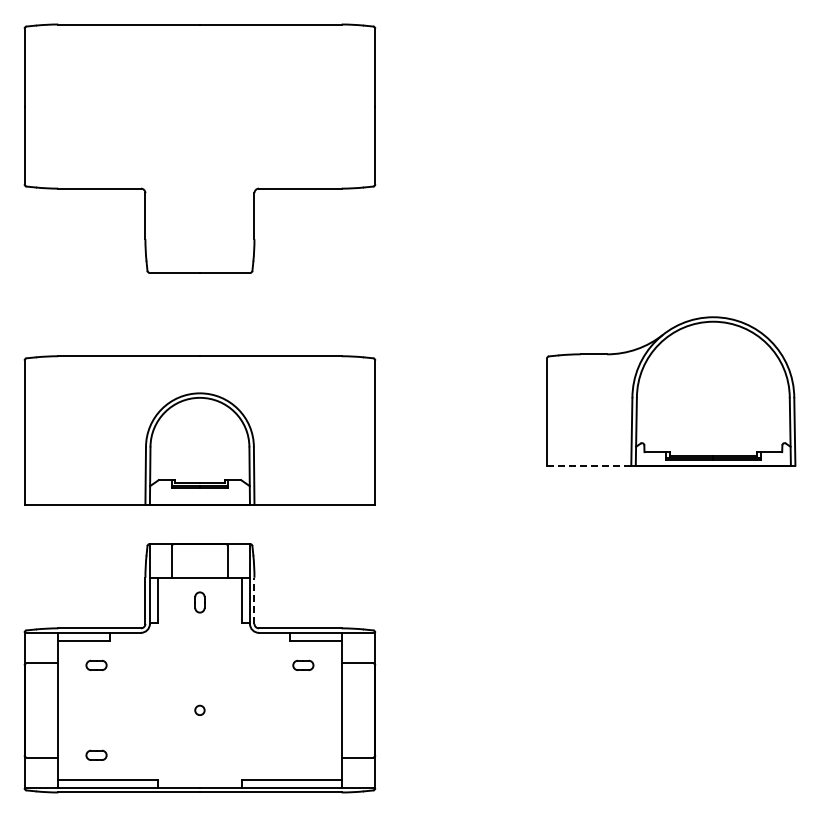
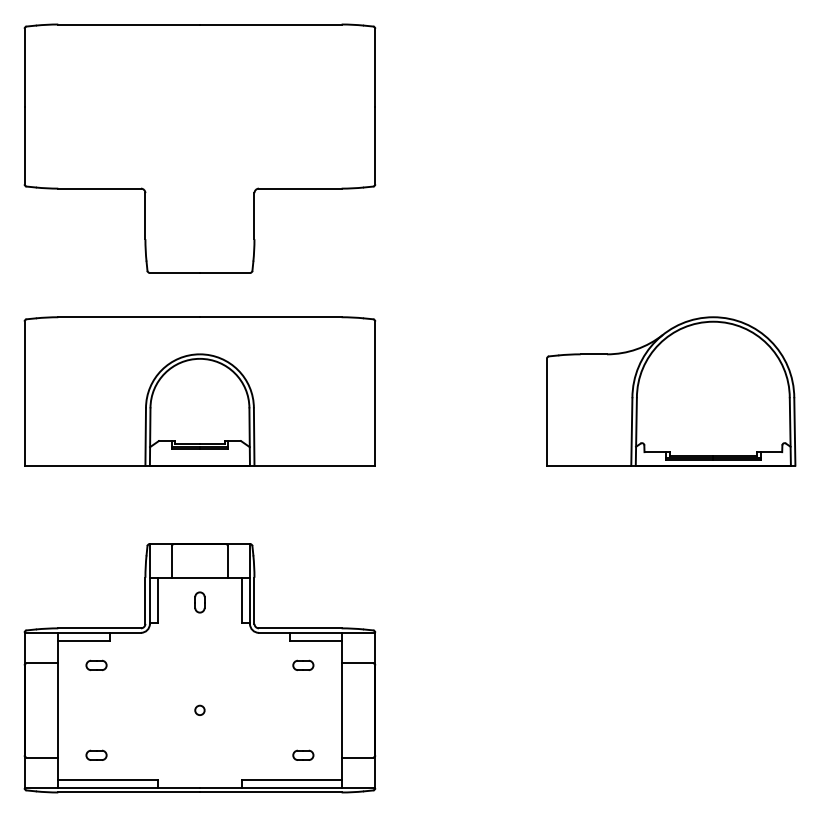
part at (199, 430) position: (199, 430) -> (199, 391)
line at (588, 465): dashed -> solid
line at (254, 600): dashed -> solid
part at (303, 754): none -> present
